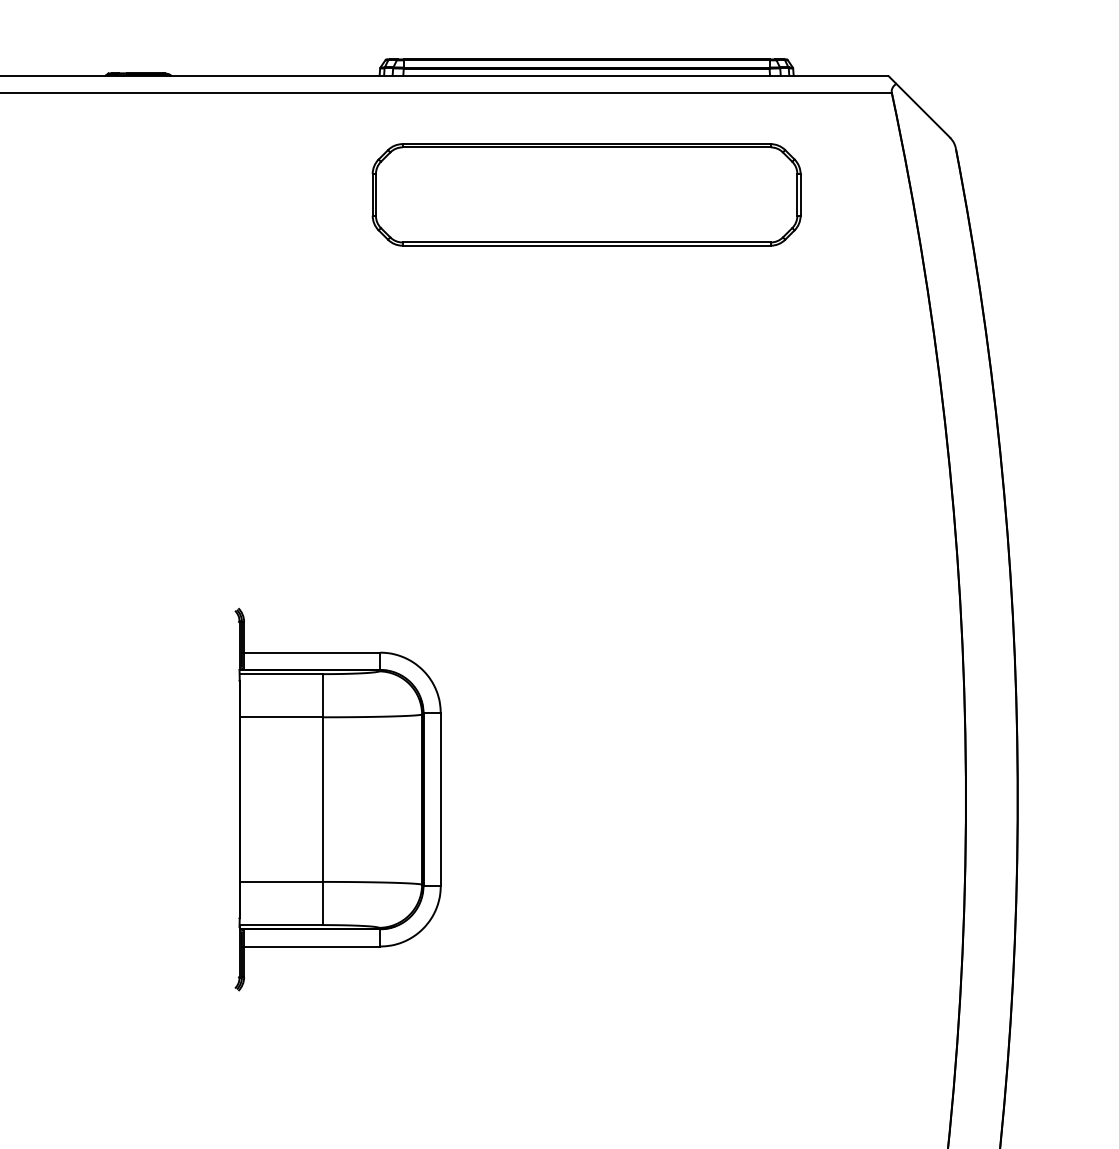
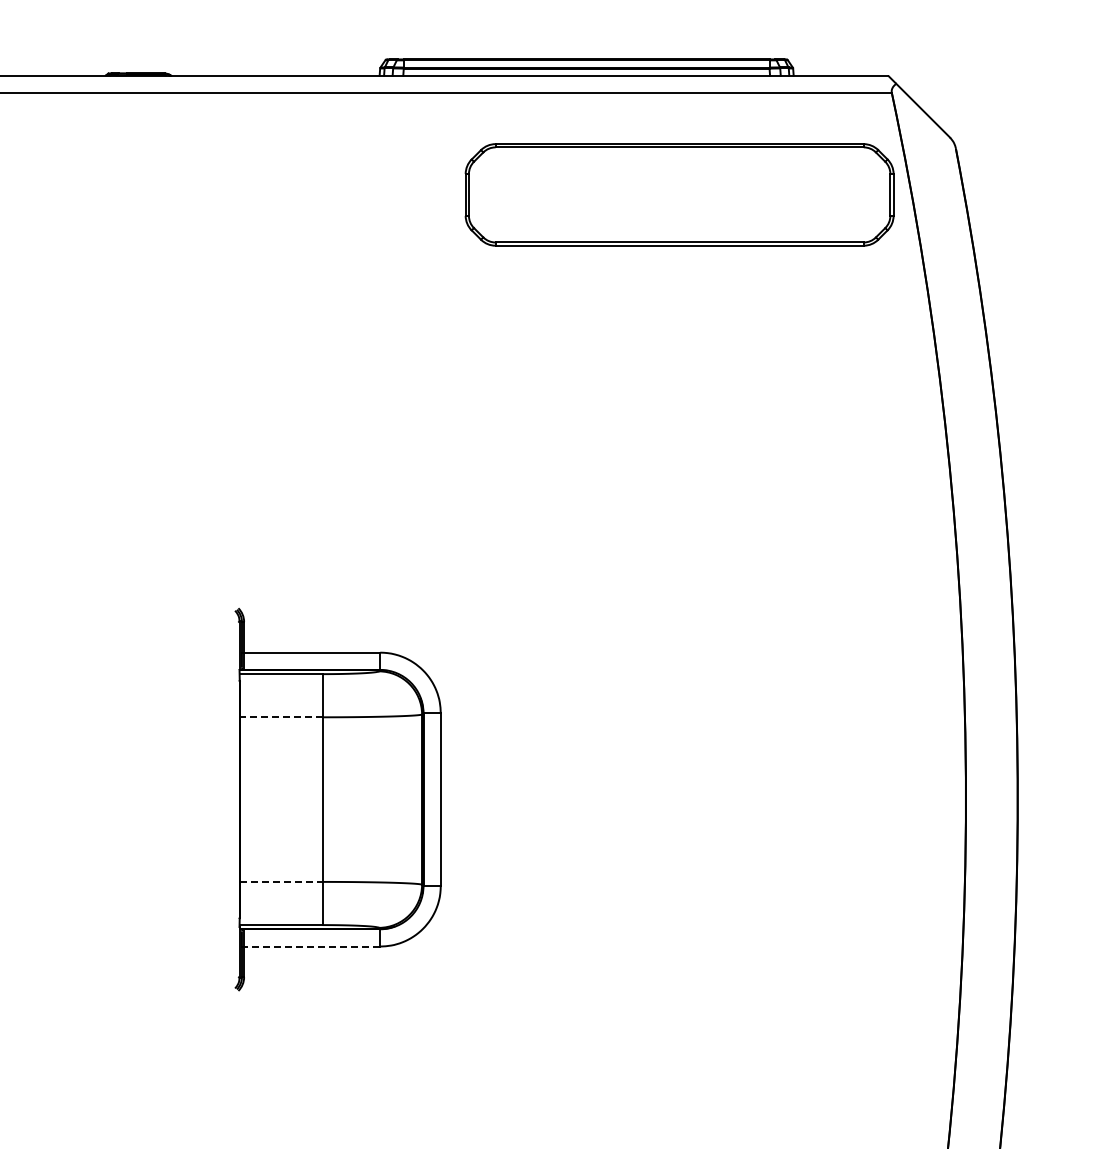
part at (586, 194) position: (586, 194) -> (679, 194)
line at (281, 717): solid -> dashed
line at (281, 881): solid -> dashed
line at (311, 946): solid -> dashed
